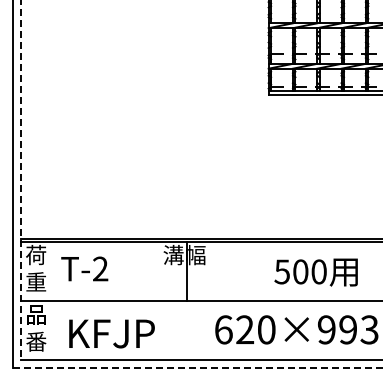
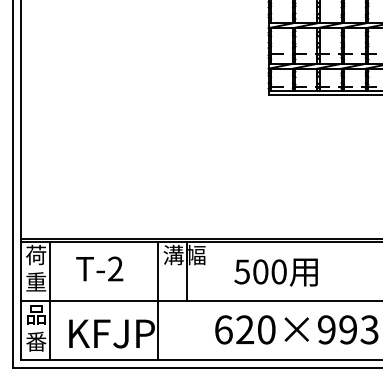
line at (21, 180): dashed -> solid
text at (84, 268) position: (84, 268) -> (99, 268)
text at (315, 272) position: (315, 272) -> (275, 272)
line at (49, 301): none -> present
line at (158, 301): none -> present
line at (198, 368): dashed -> solid
